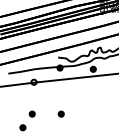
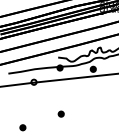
part at (31, 113): present -> none
